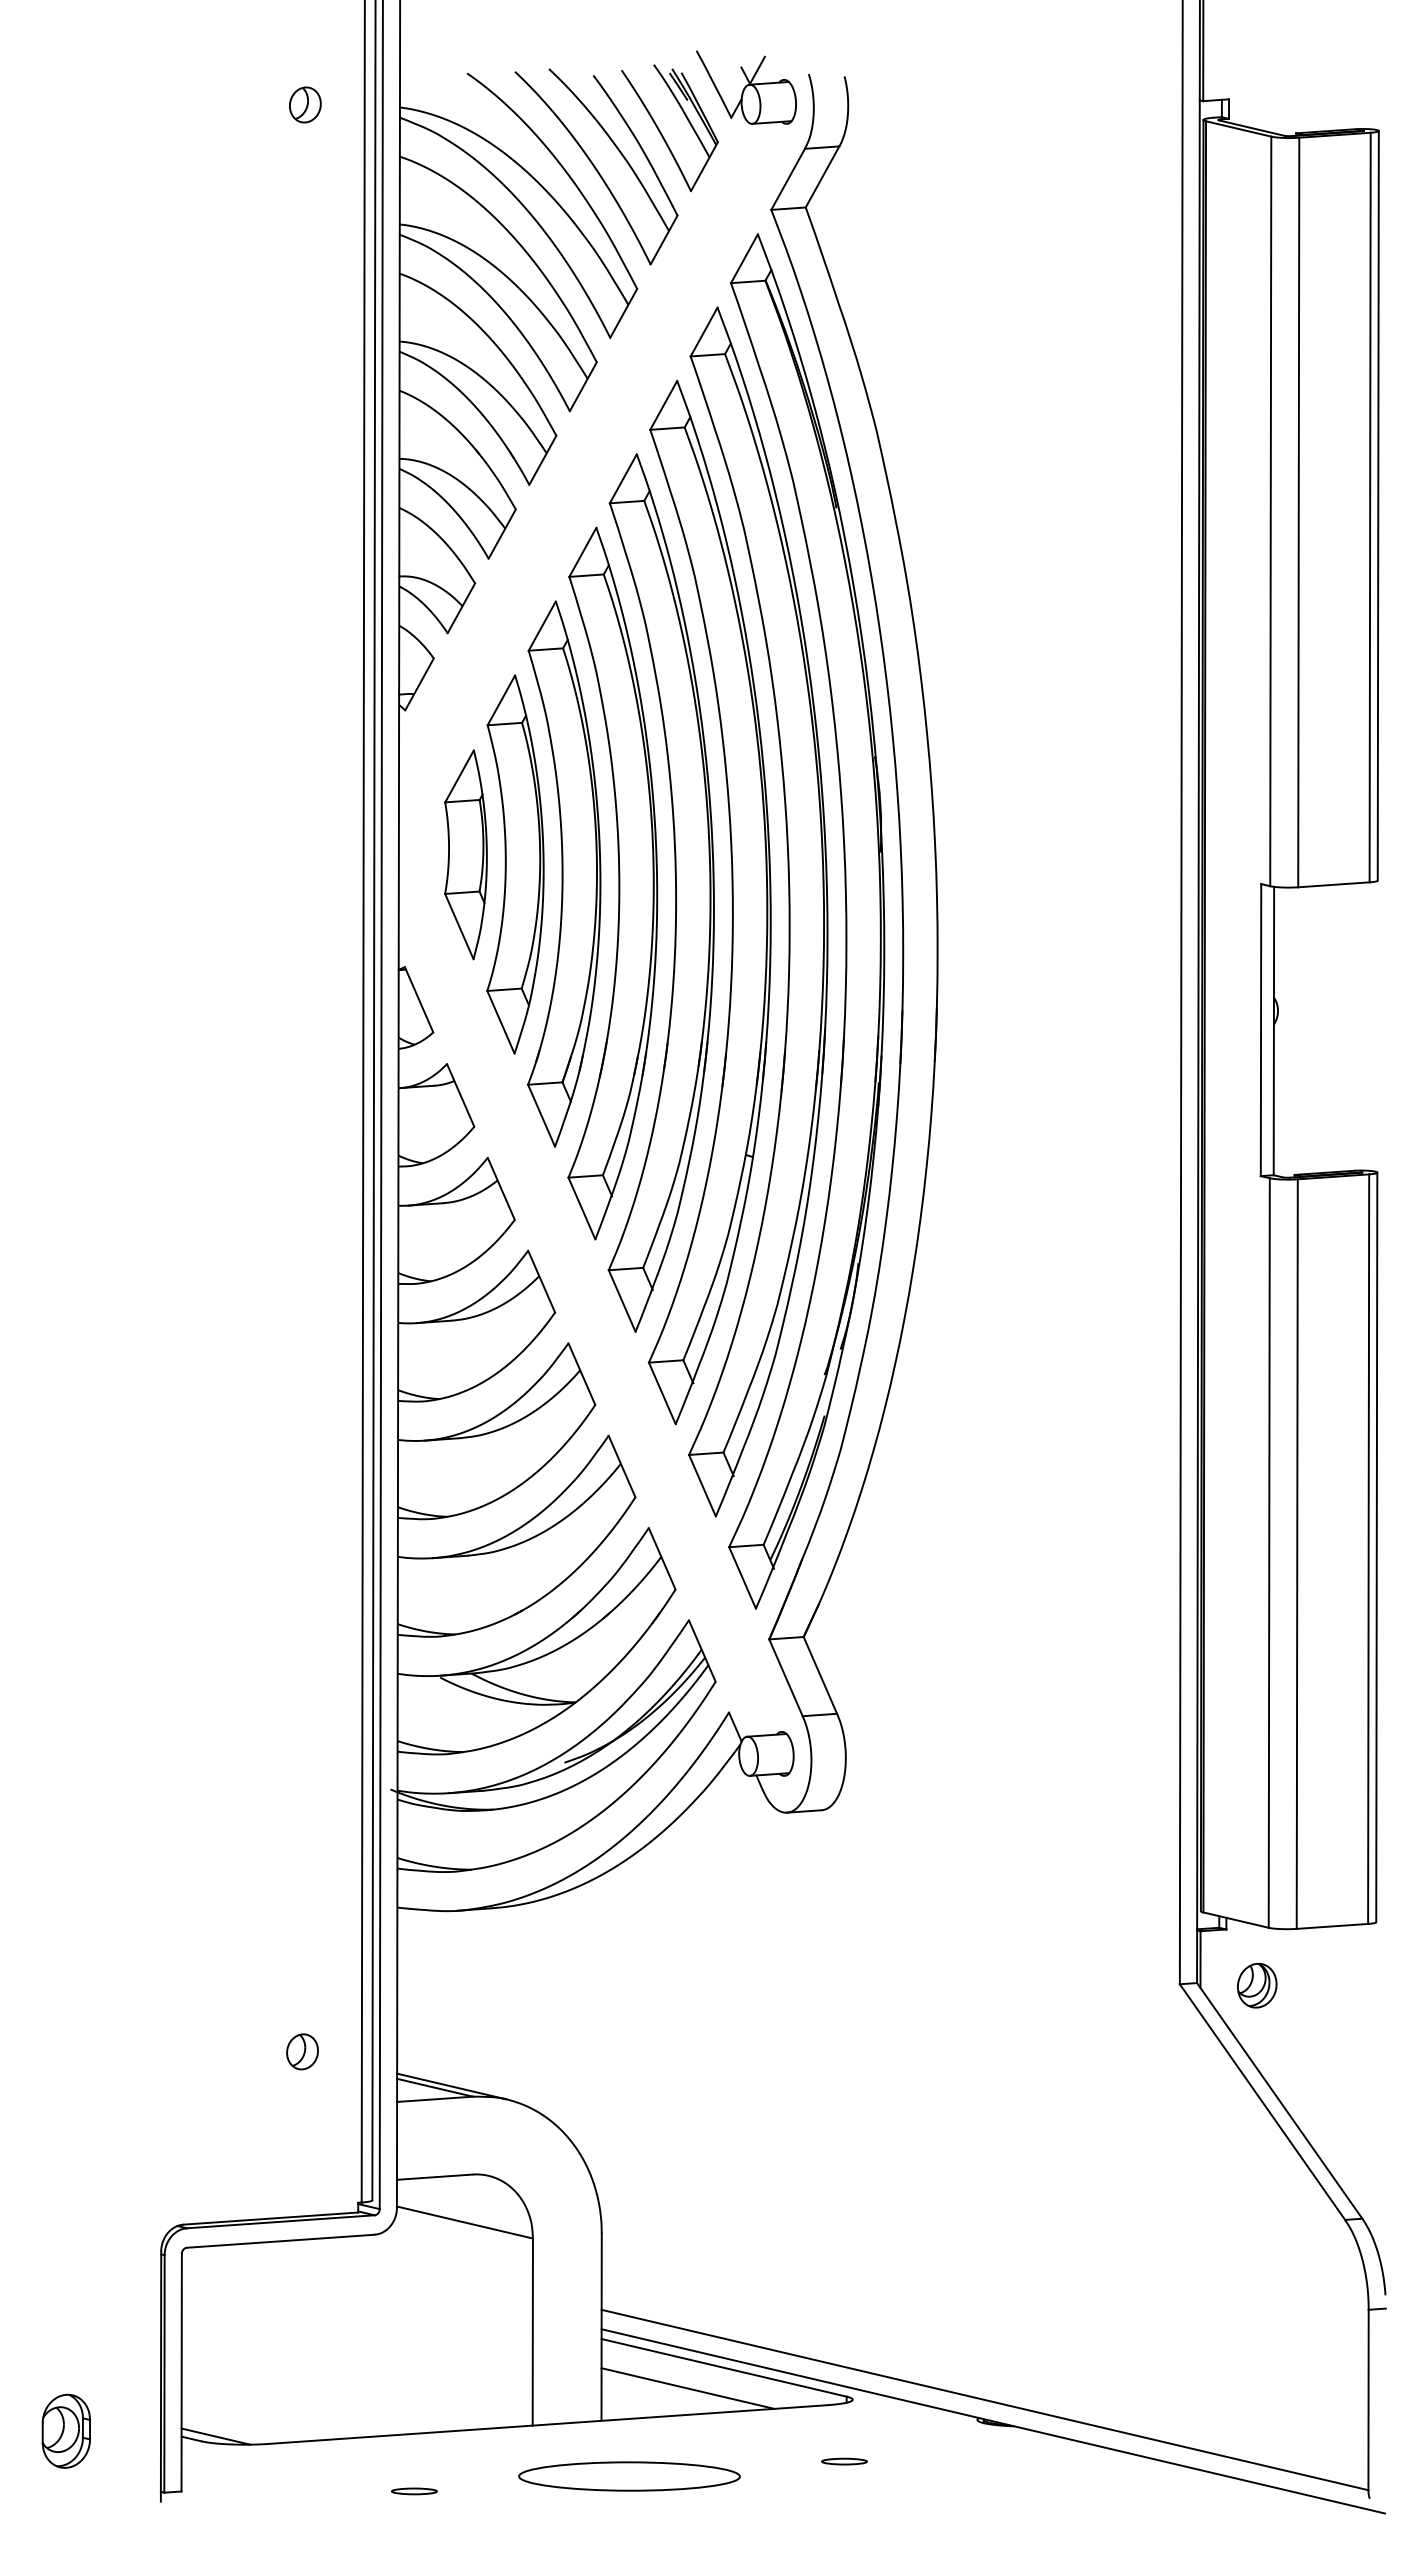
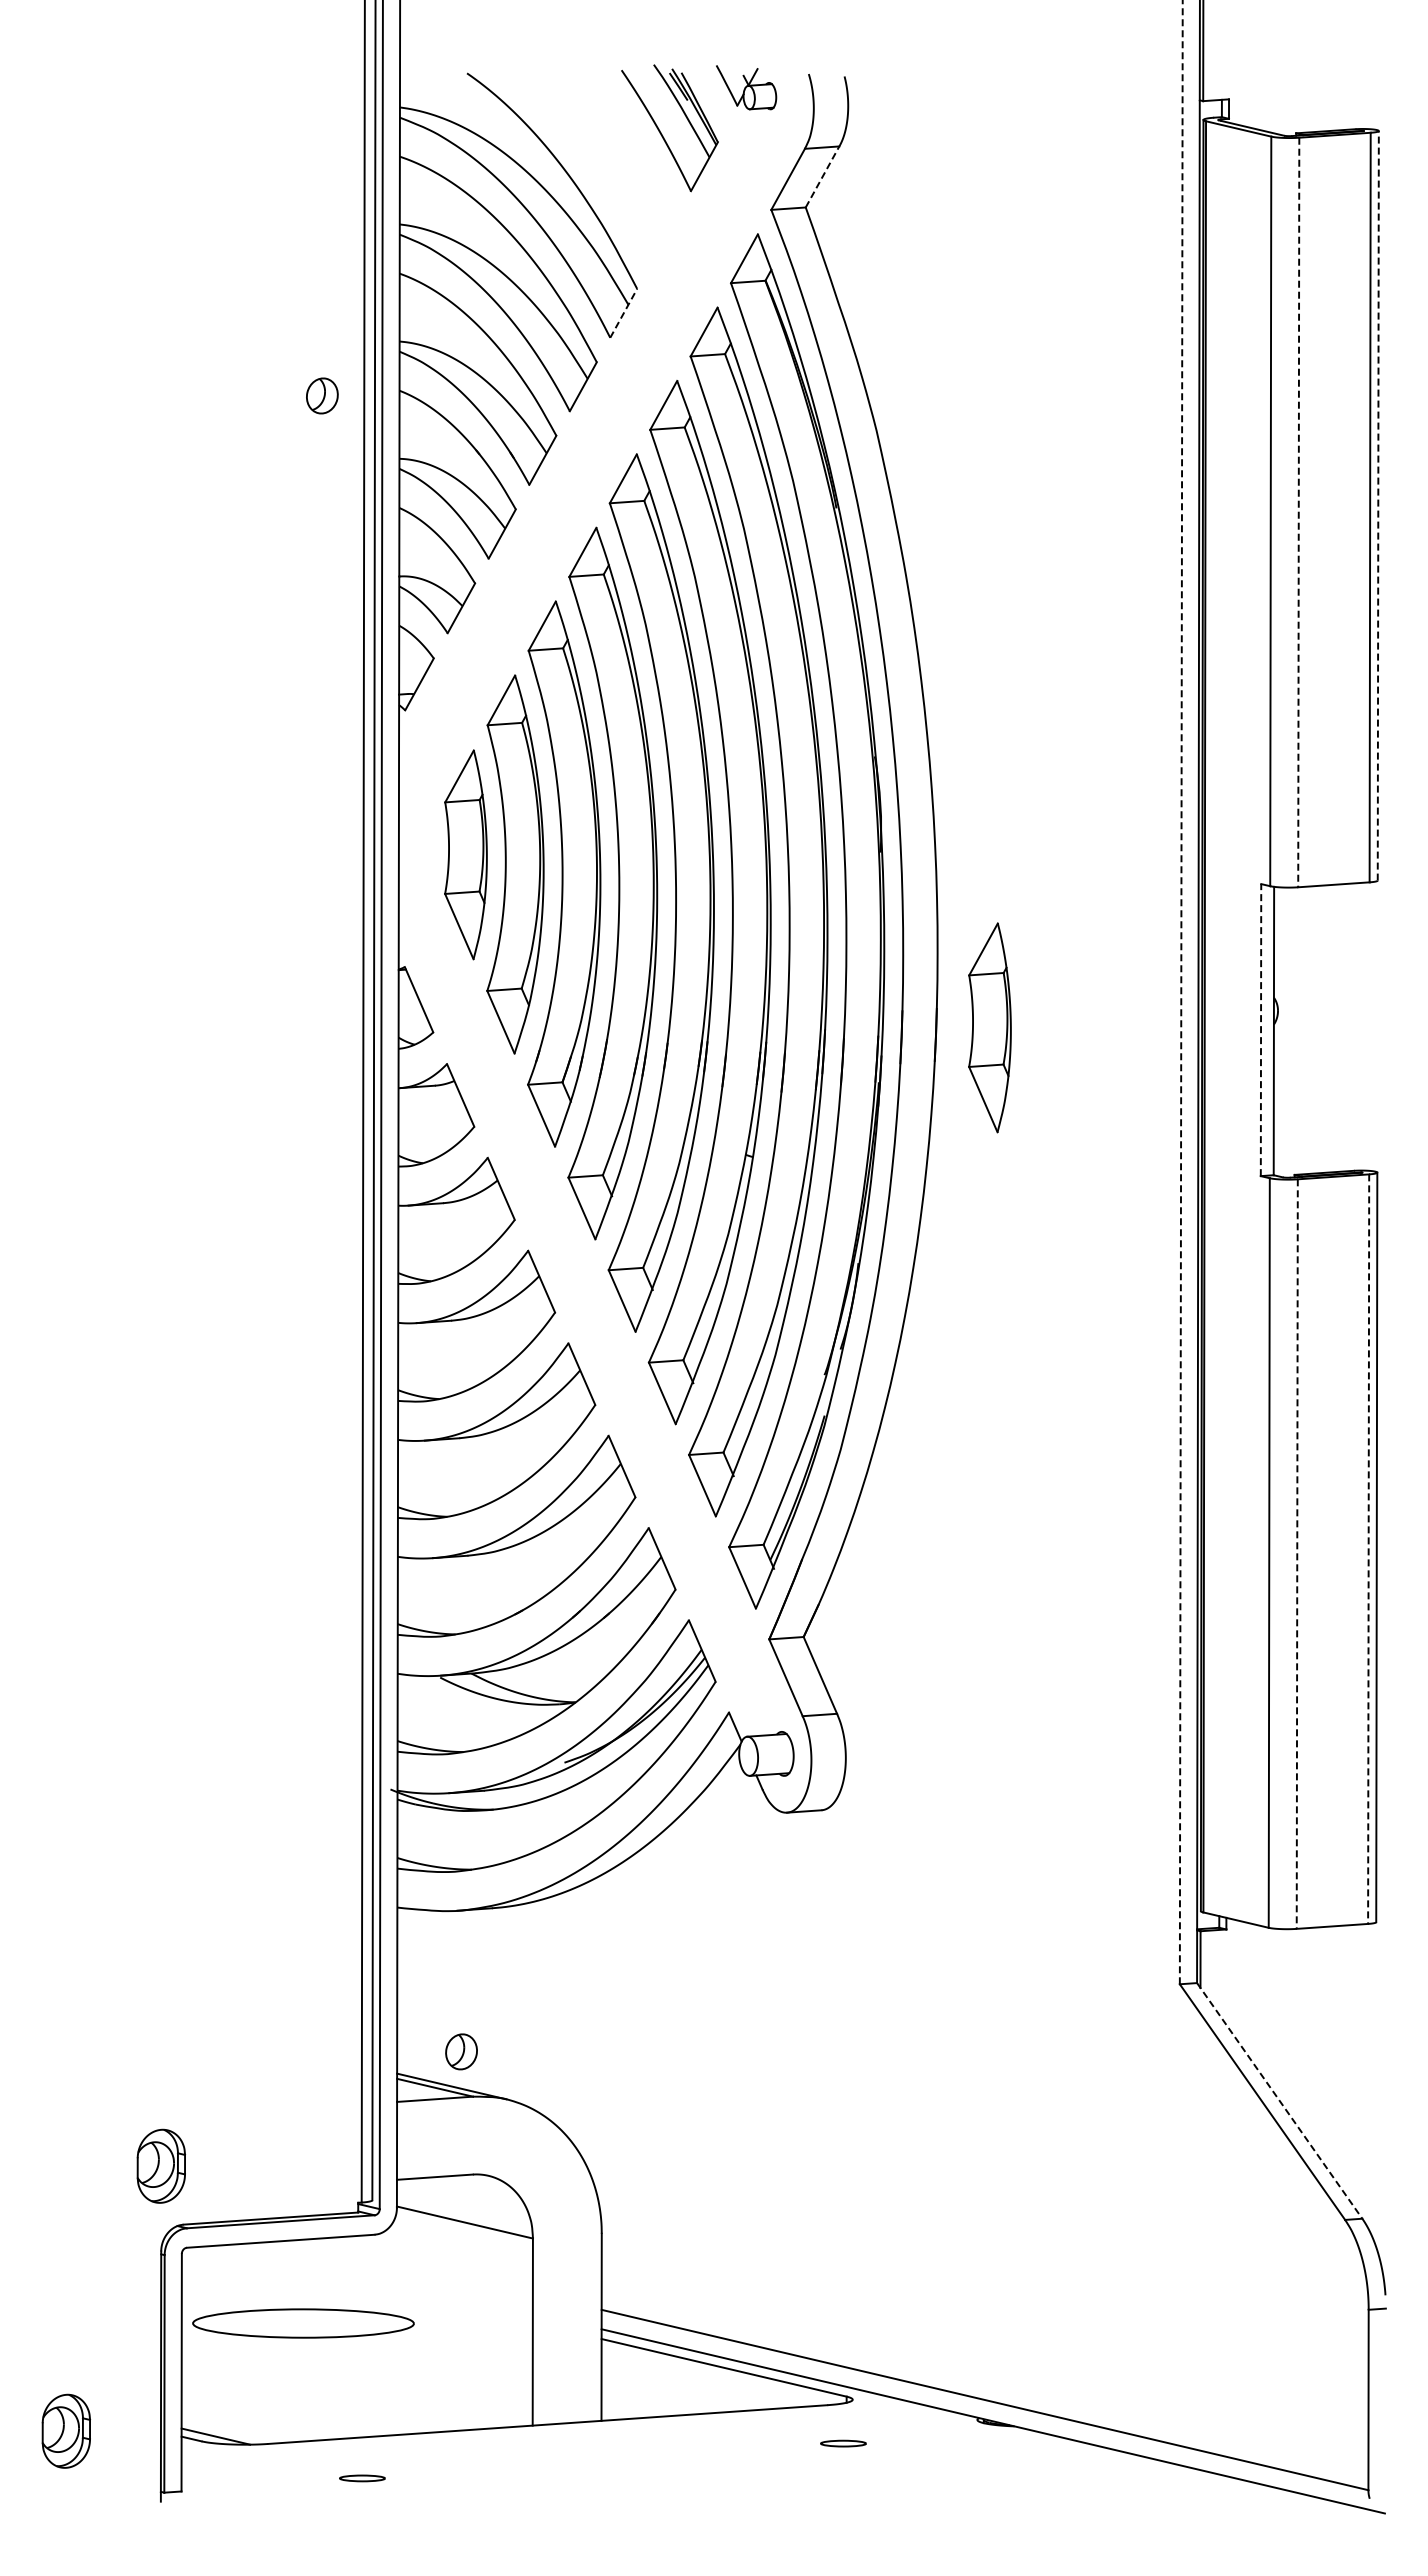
part at (746, 87) size: 101x75 px -> 62x46 px
part at (305, 104) position: (305, 104) -> (322, 395)
part at (596, 166): present -> none
line at (822, 176): solid -> dashed
line at (623, 313): solid -> dashed
line at (1378, 505): solid -> dashed
line at (1298, 512): solid -> dashed
line at (1181, 992): solid -> dashed
part at (989, 1027): none -> present
line at (1261, 1029): solid -> dashed
line at (1368, 1549): solid -> dashed
line at (1297, 1554): solid -> dashed
part at (1257, 1985): present -> none
part at (302, 2051) position: (302, 2051) -> (461, 2051)
line at (1279, 2100): solid -> dashed
part at (160, 2165): none -> present
line at (687, 2388): present -> none
part at (844, 2461) position: (844, 2461) -> (843, 2443)
part at (629, 2476) position: (629, 2476) -> (303, 2323)
part at (414, 2491) position: (414, 2491) -> (362, 2478)
